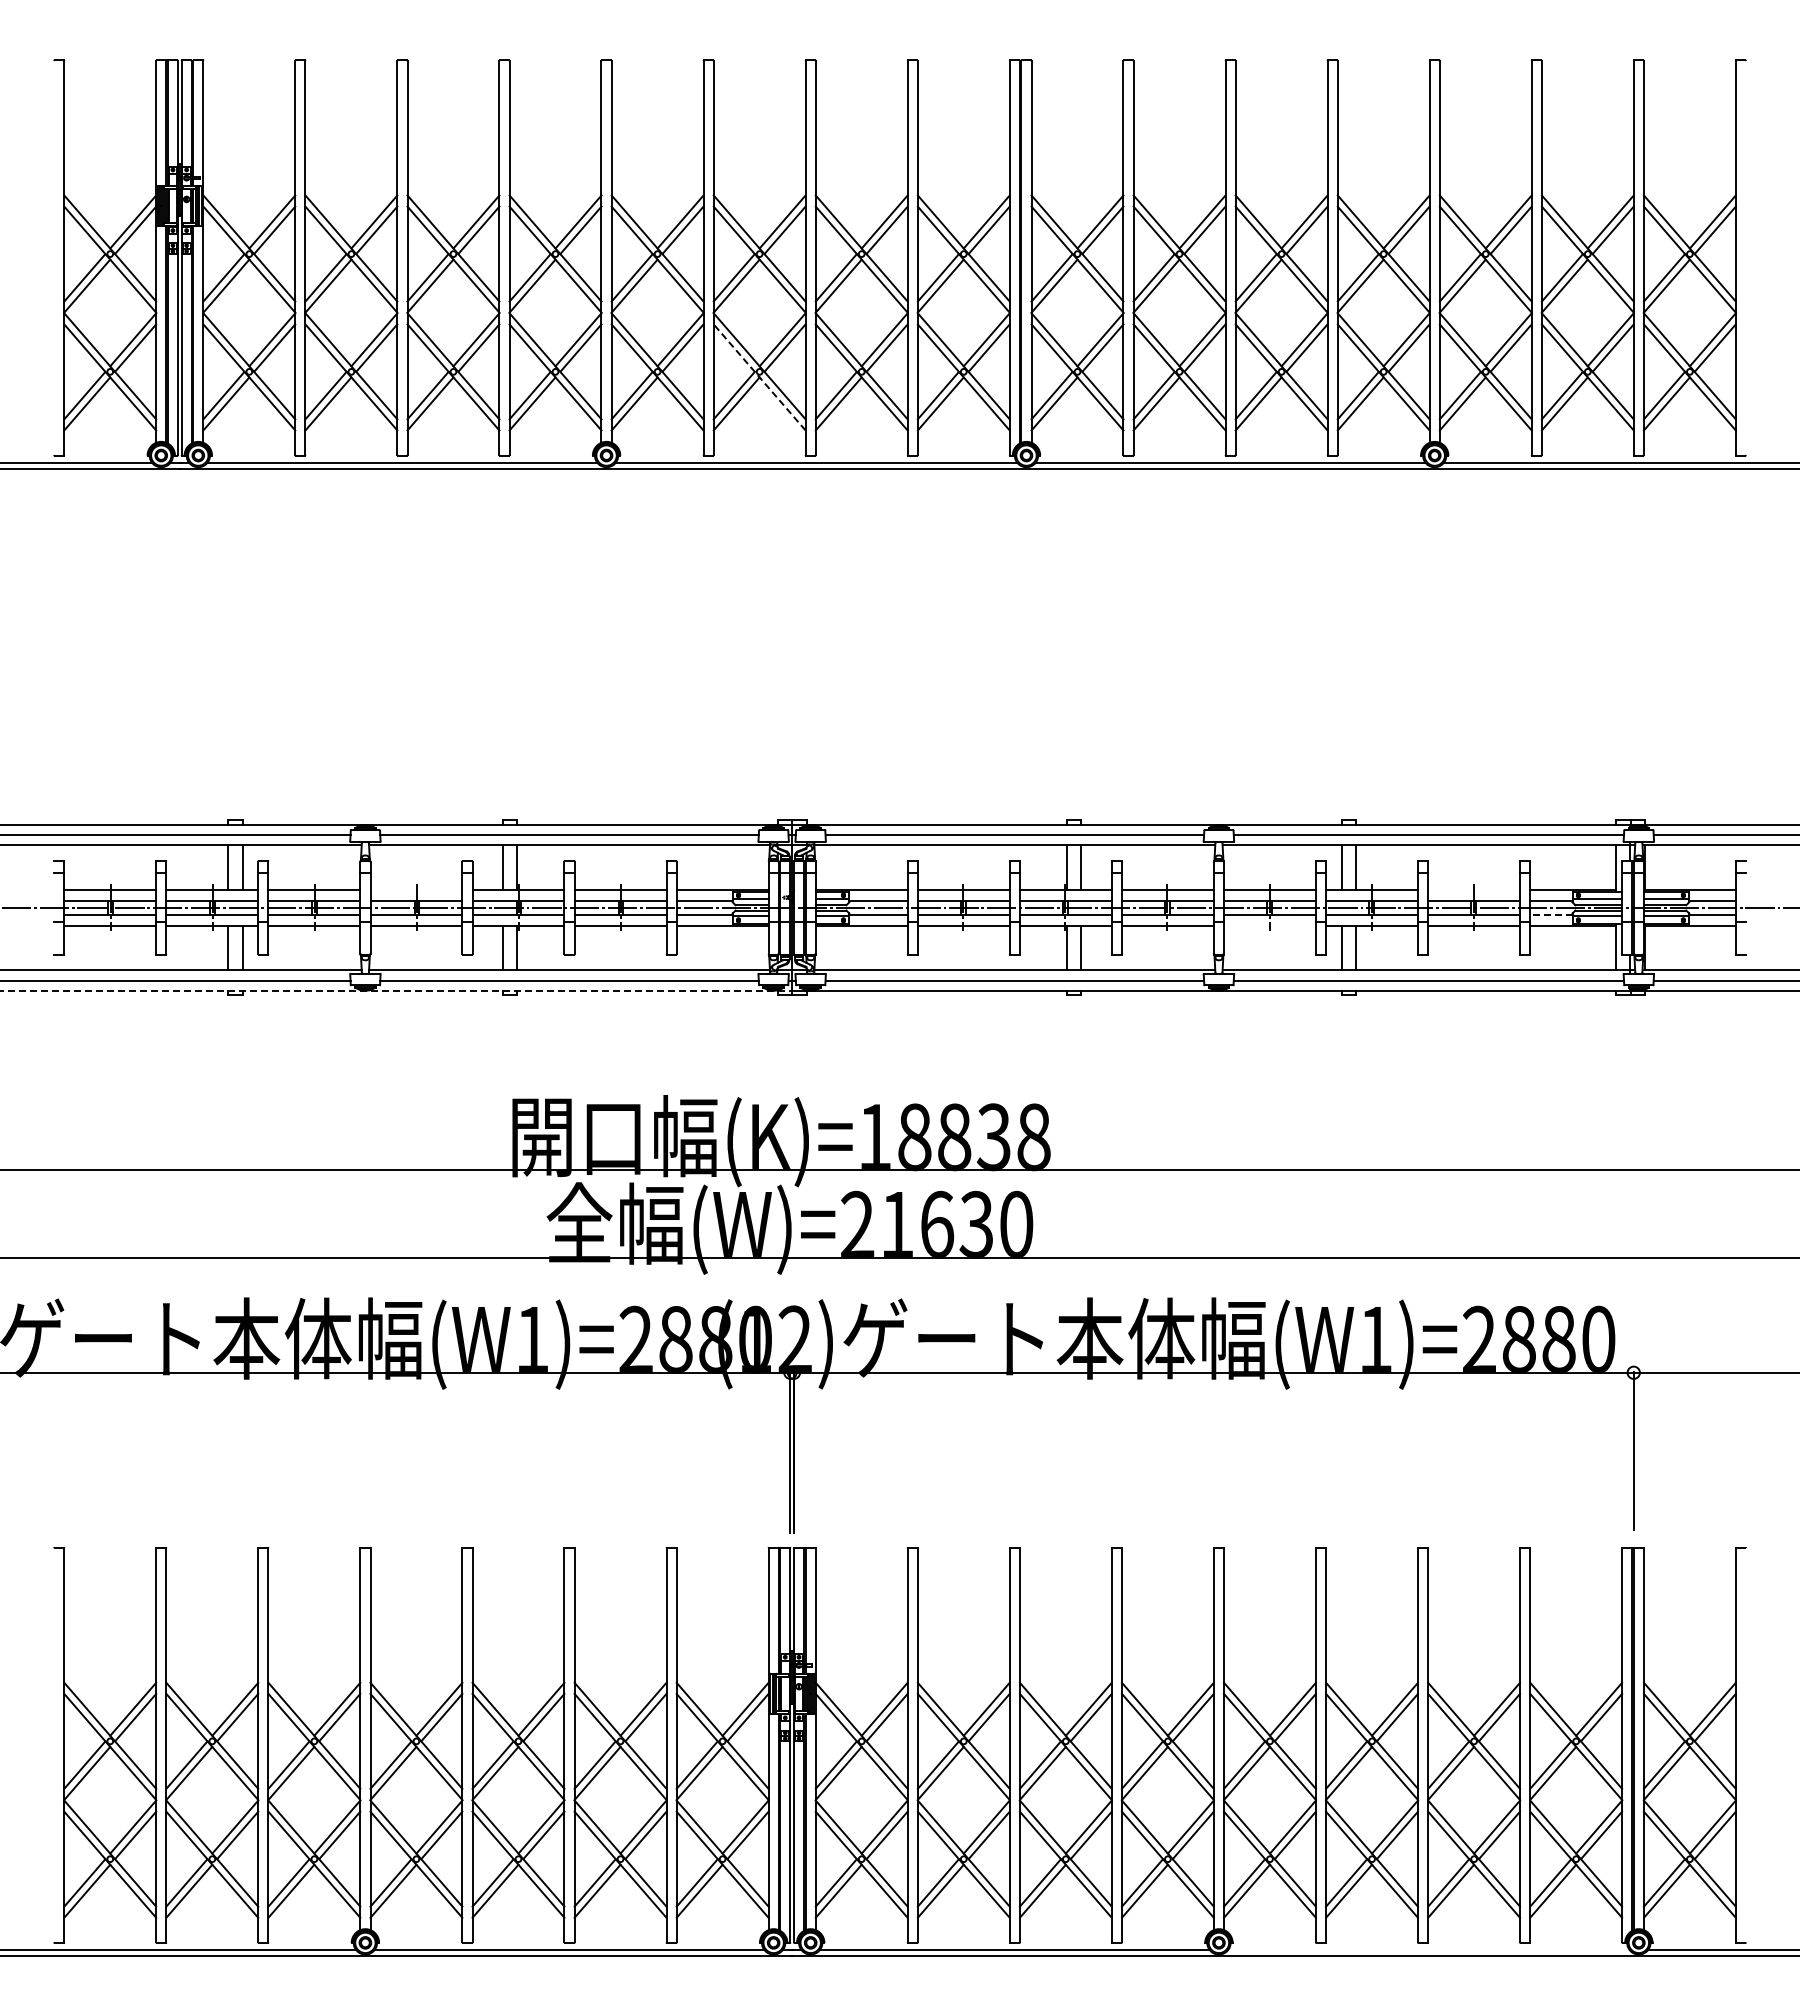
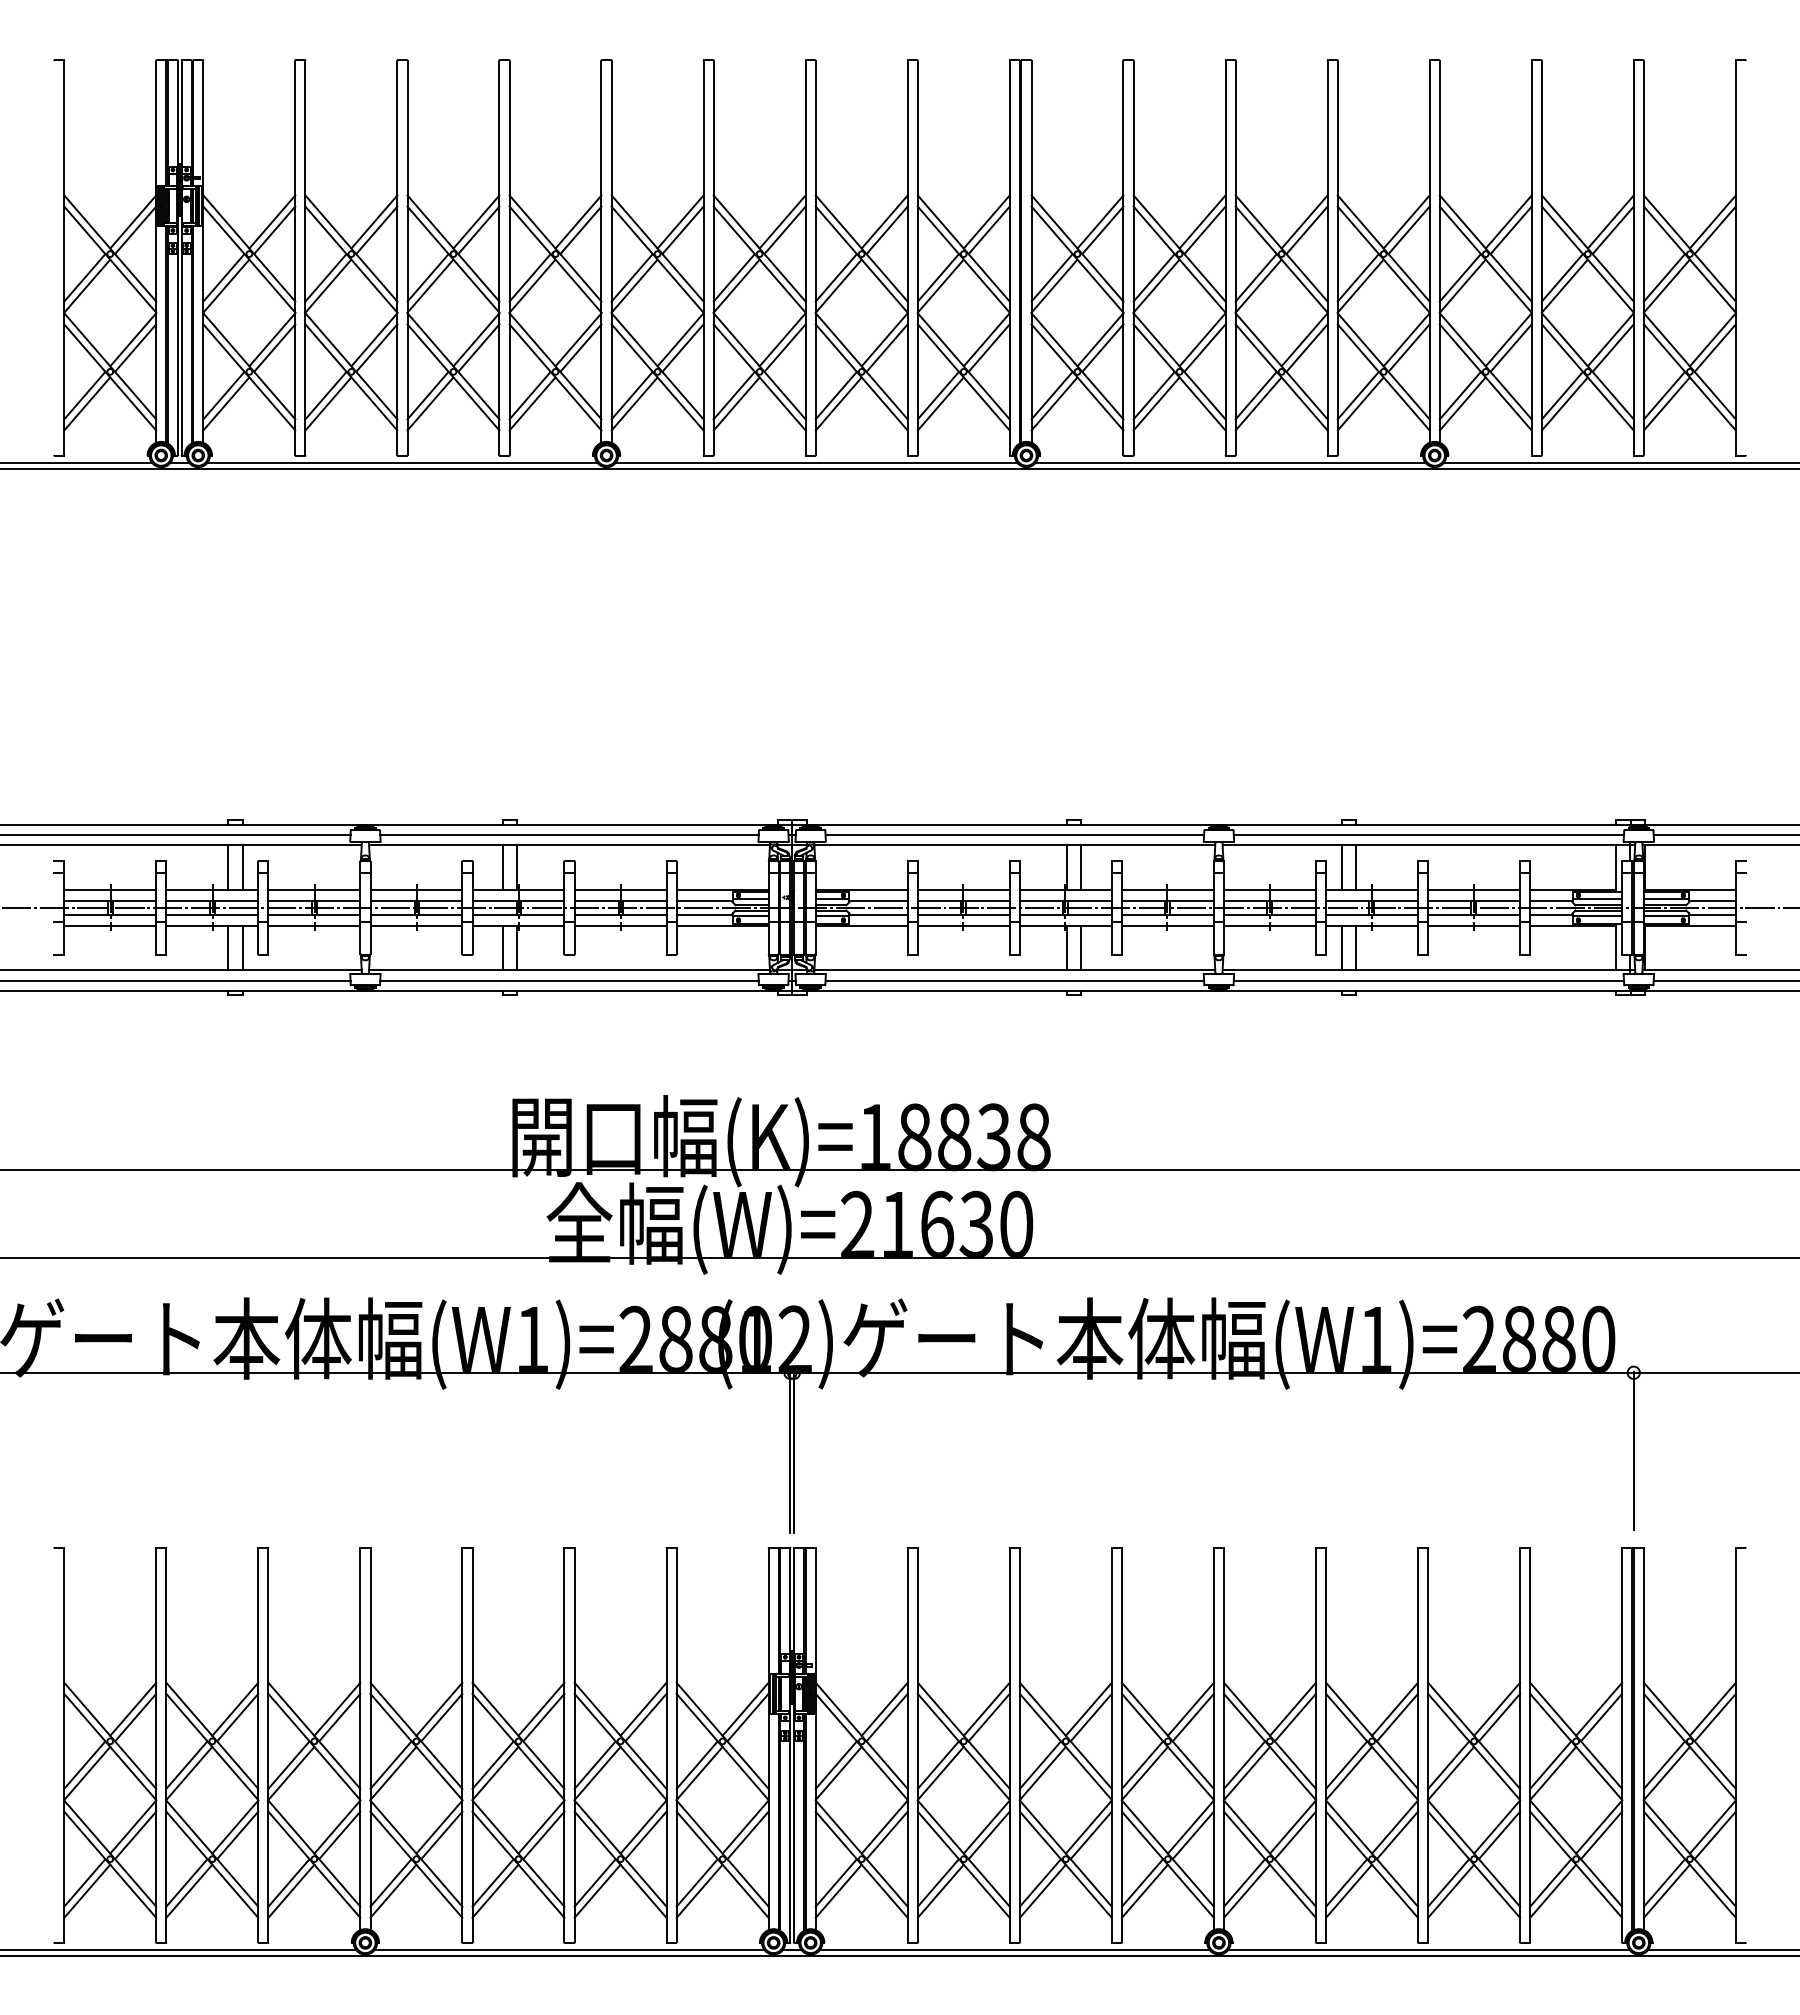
line at (759, 377): dashed -> solid
line at (416, 890): none -> present
line at (1474, 890): none -> present
line at (1550, 915): dashed -> solid
line at (1269, 925): none -> present
line at (396, 991): dashed -> solid
line at (1428, 1950): none -> present
